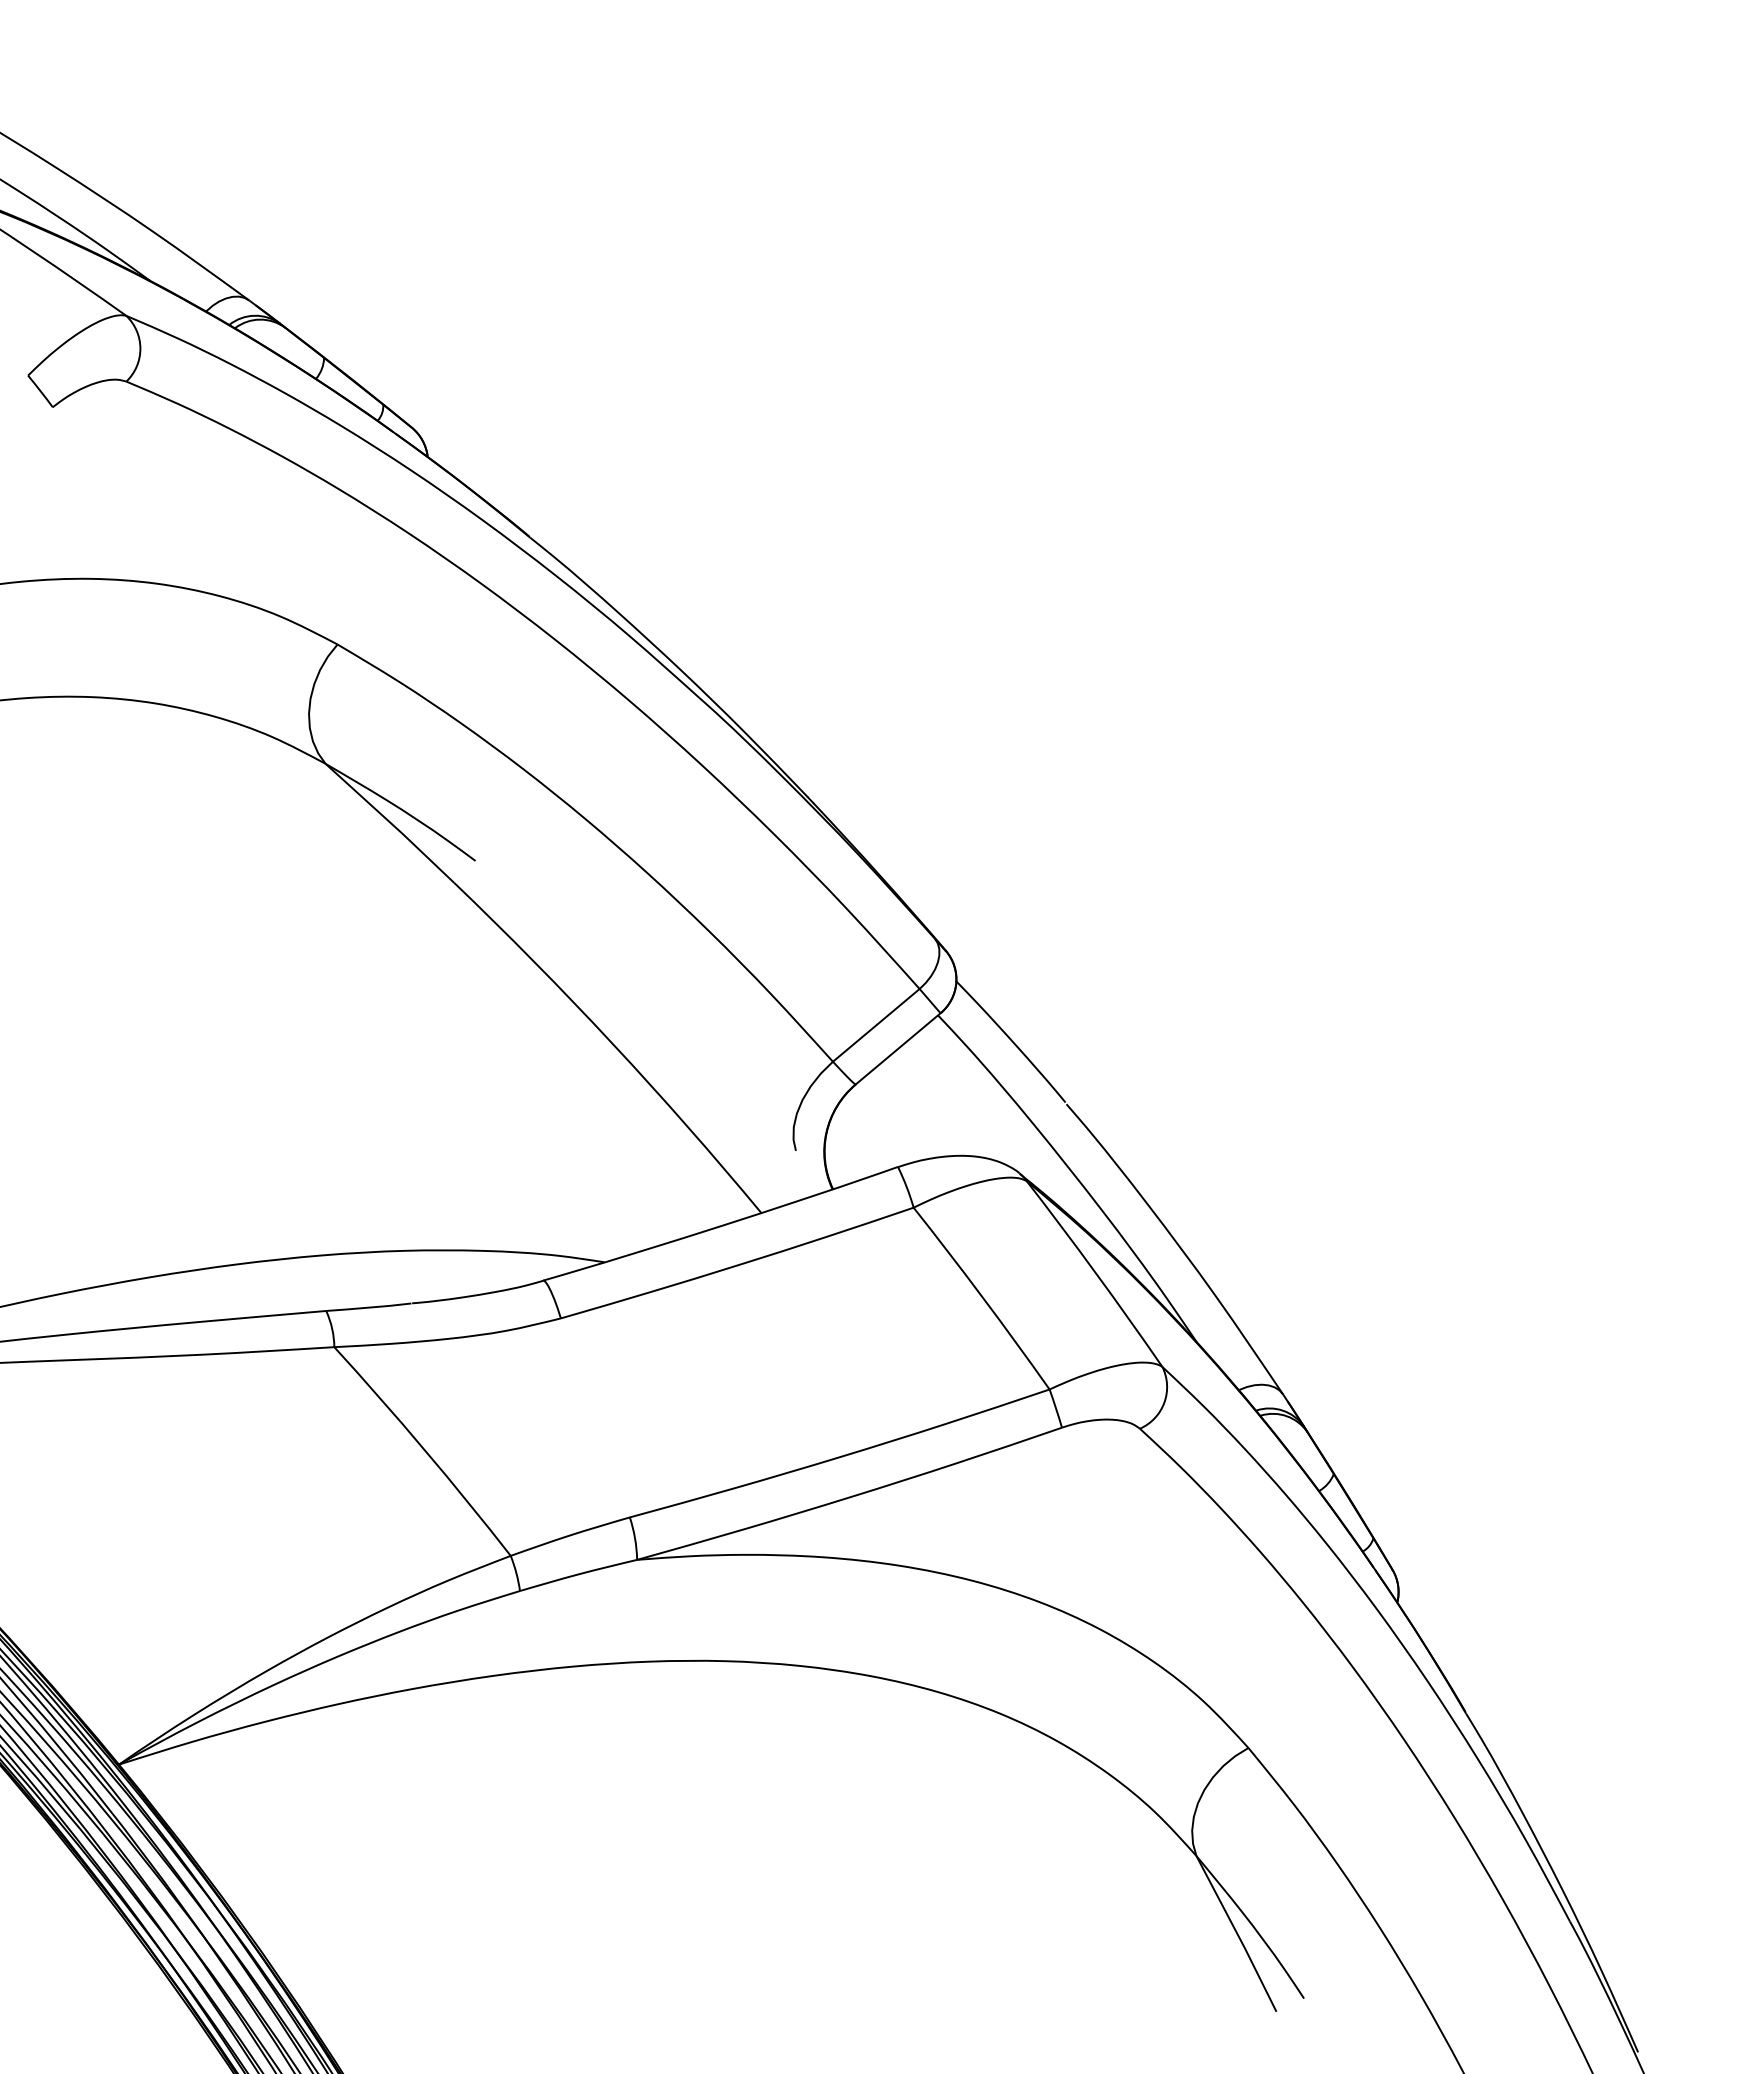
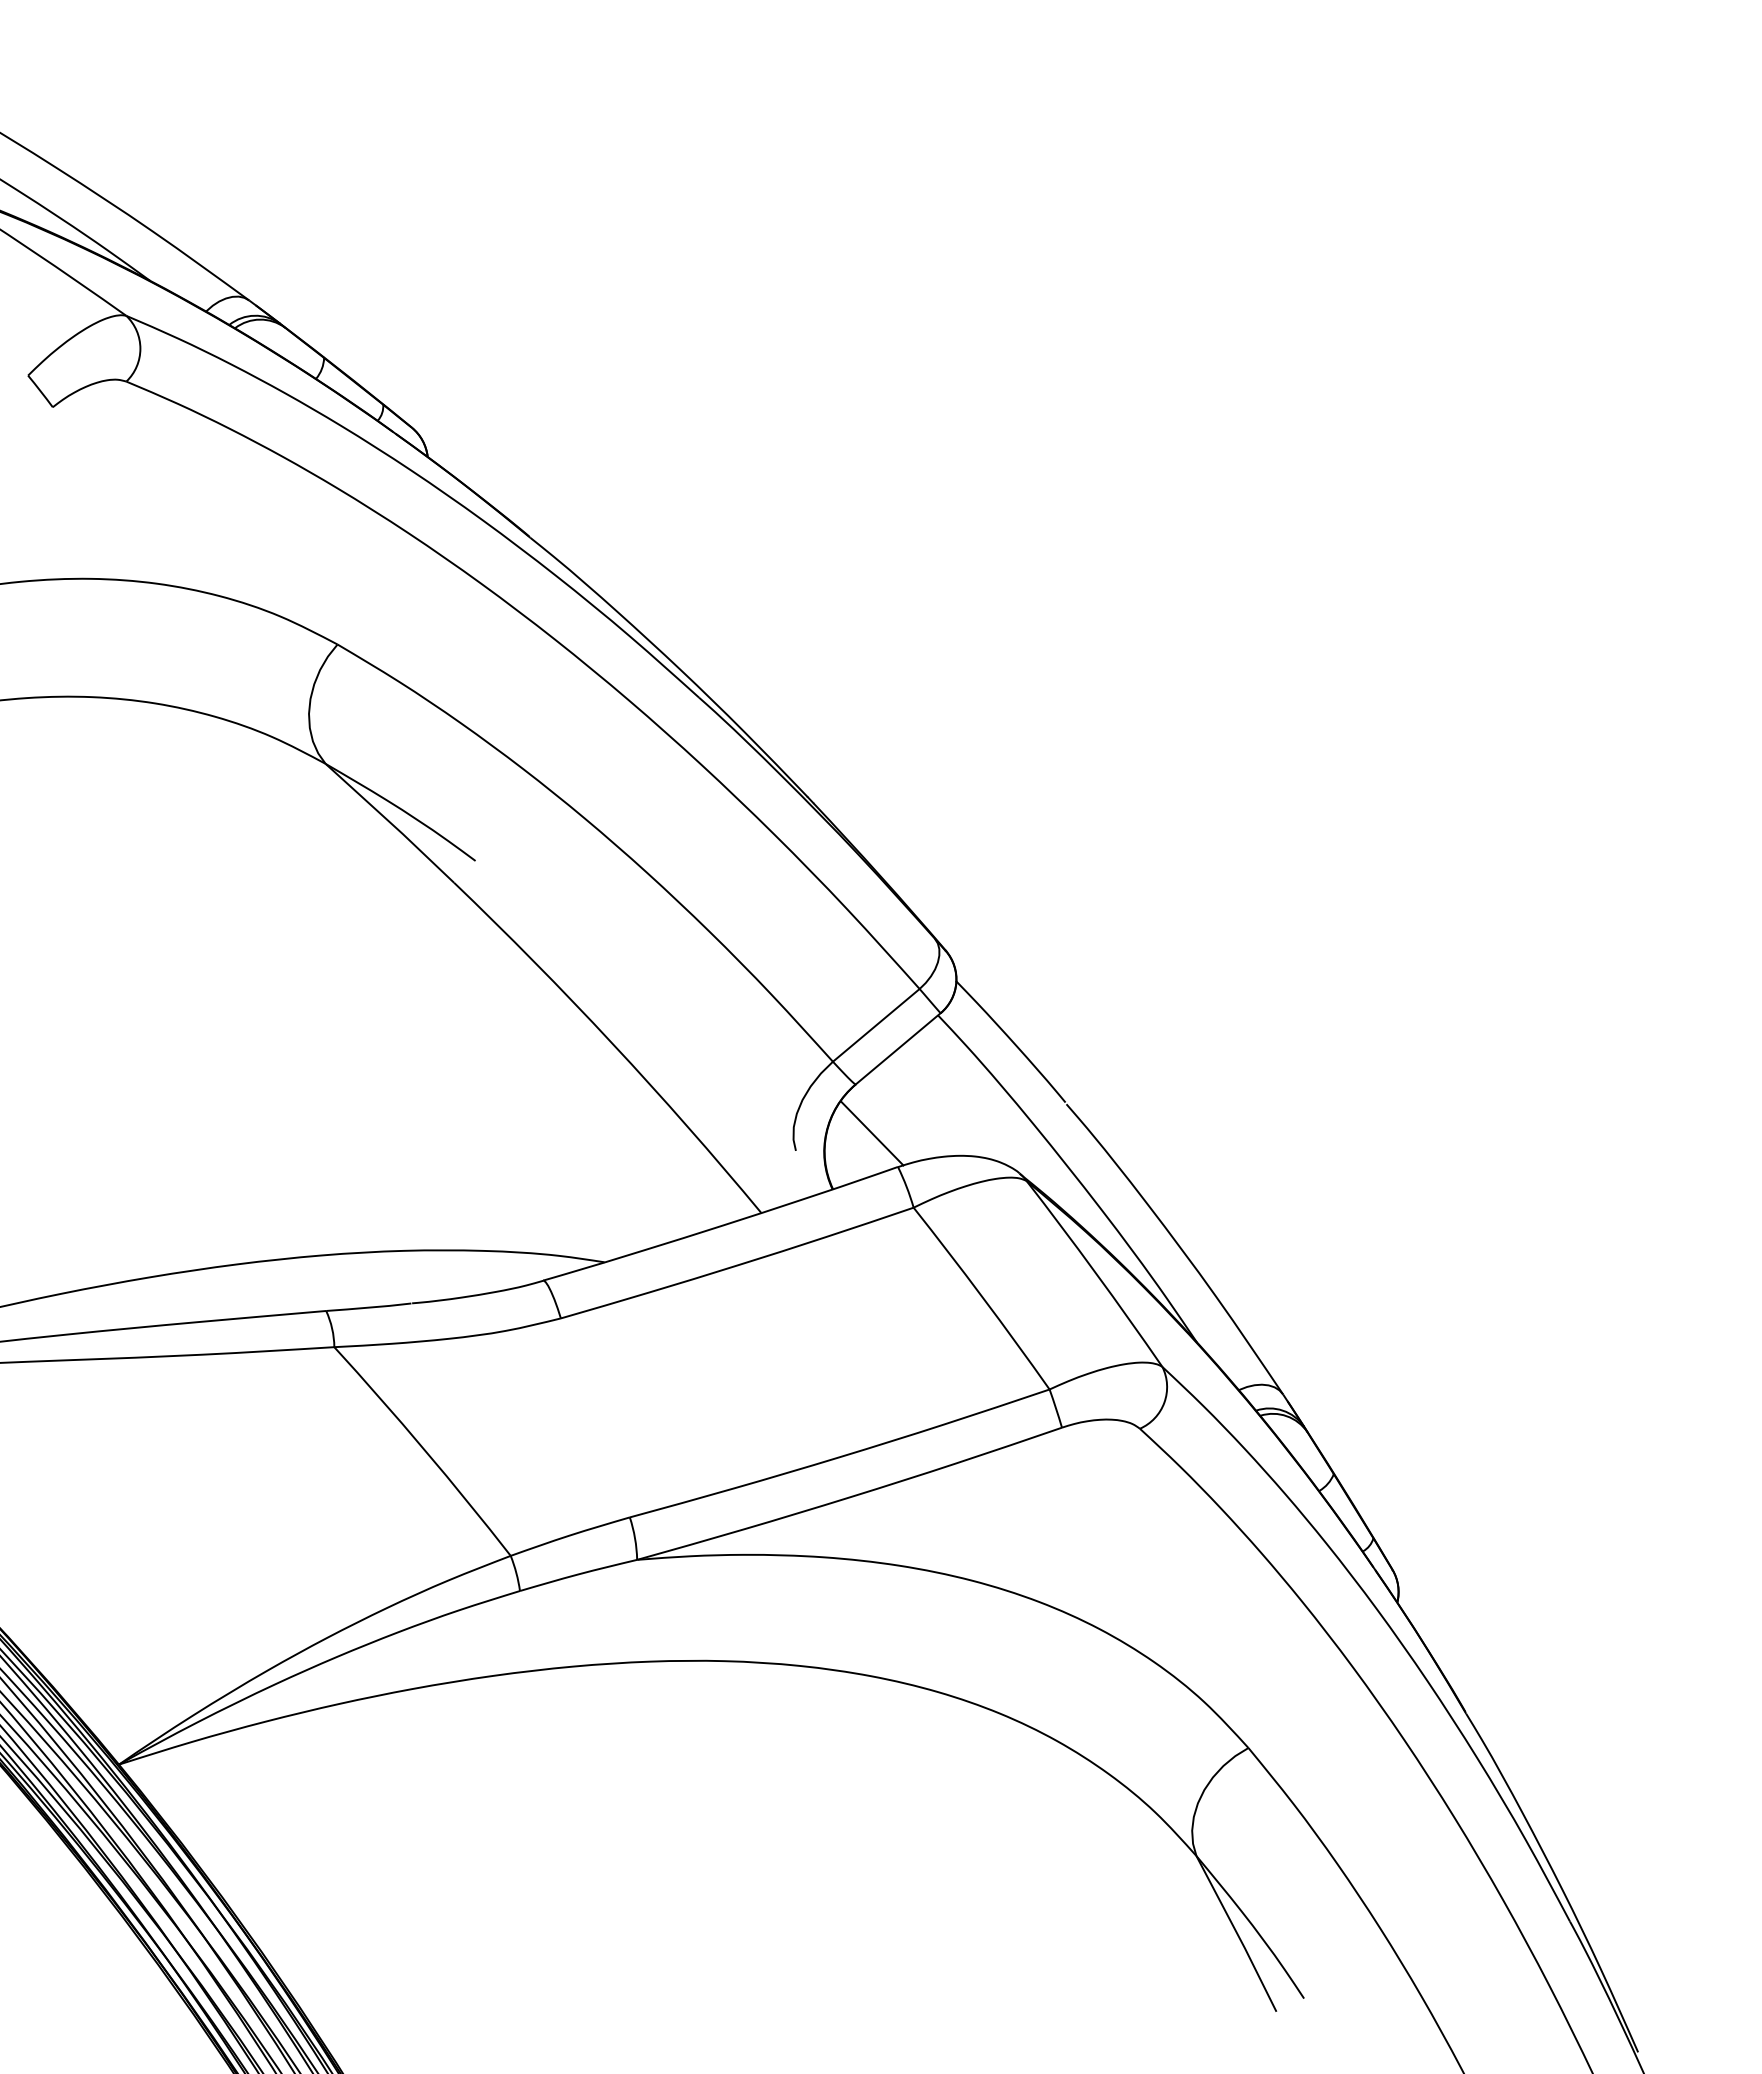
line at (872, 1133): none -> present
